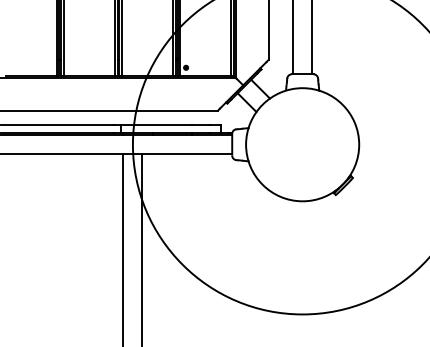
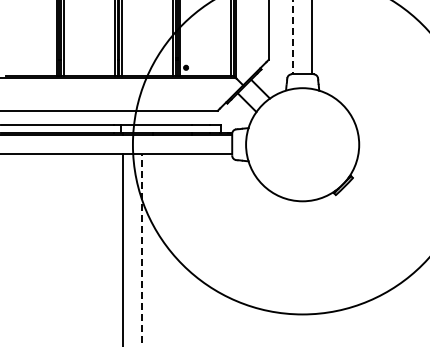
line at (293, 37): solid -> dashed
line at (141, 250): solid -> dashed
